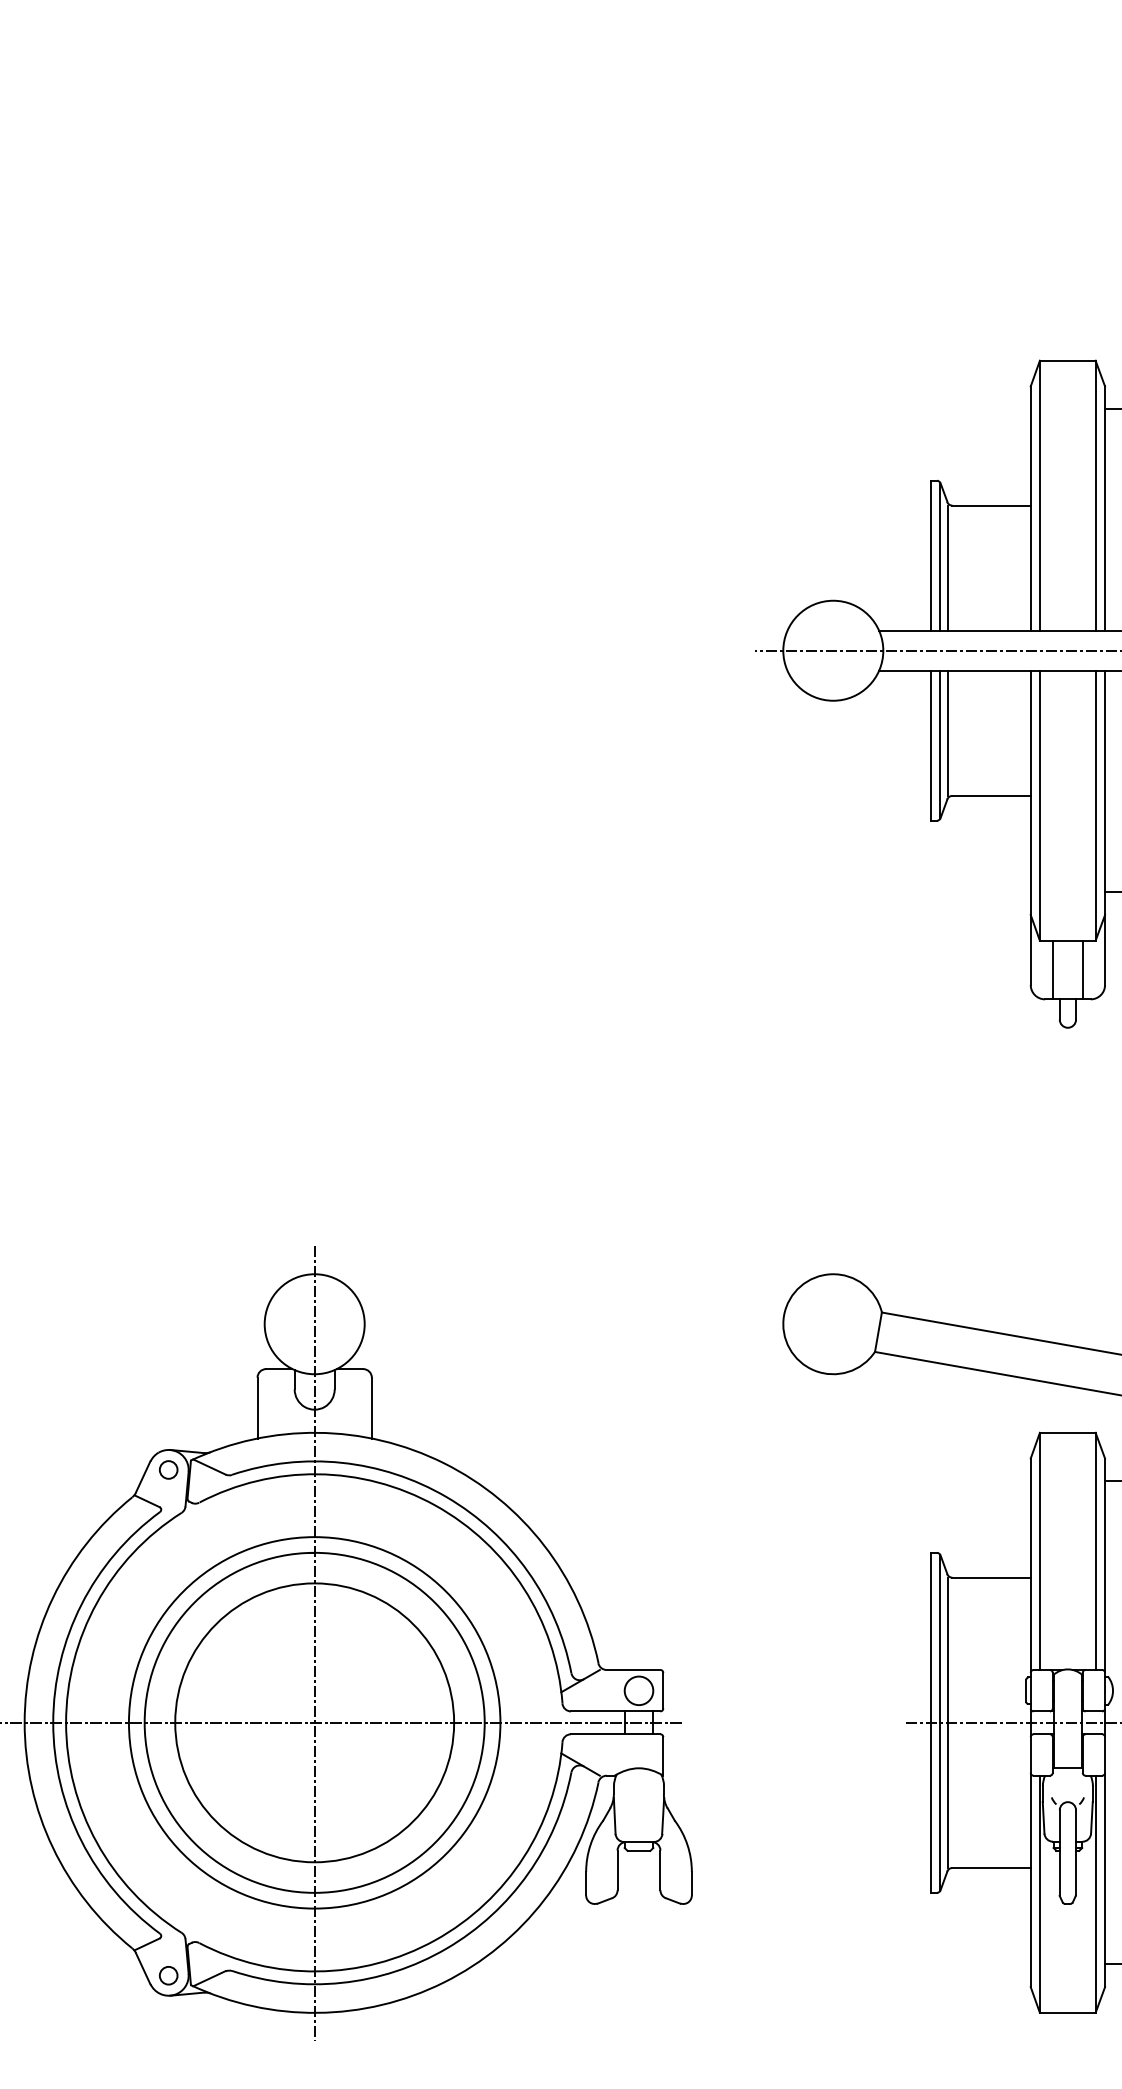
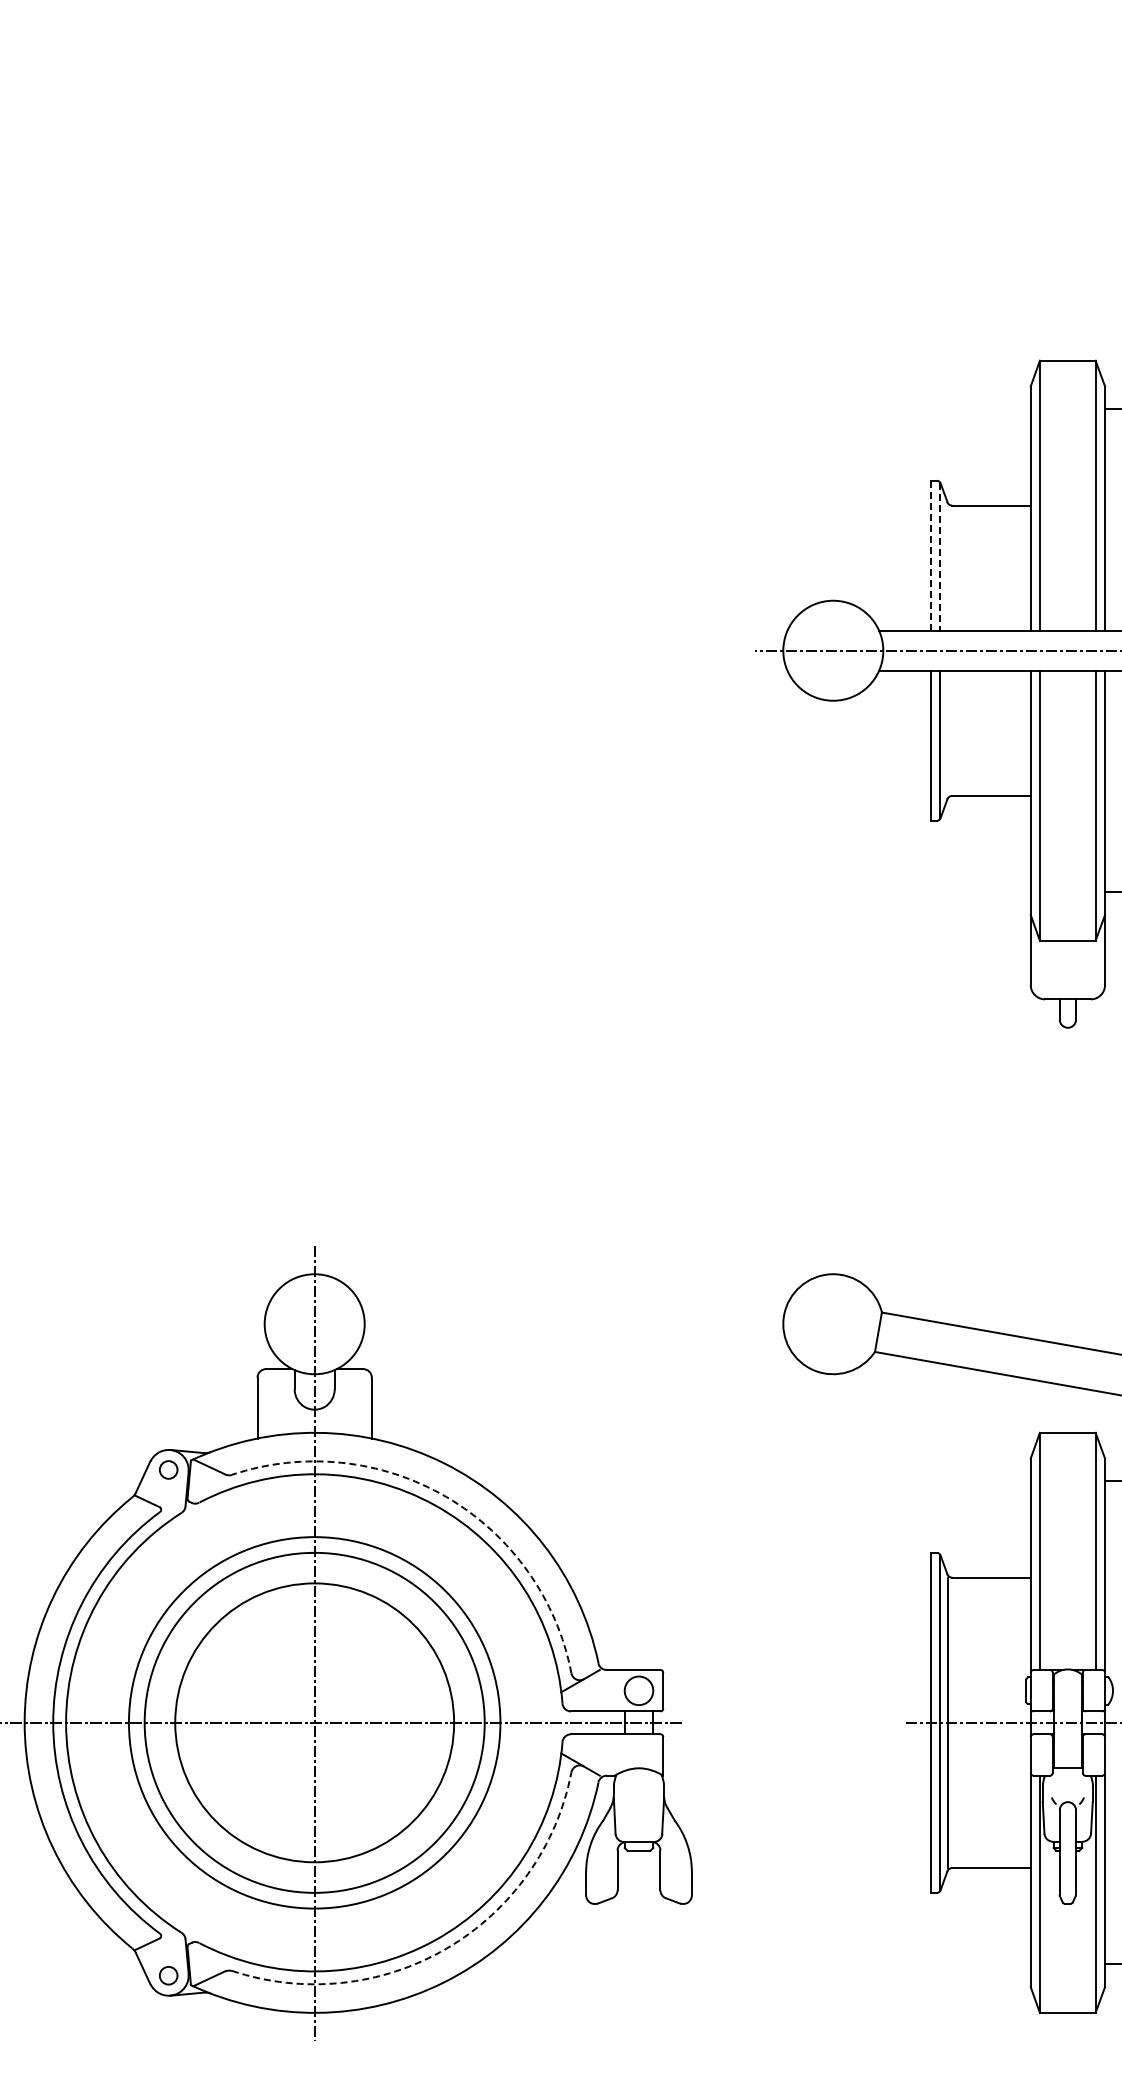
line at (931, 555): solid -> dashed
line at (939, 556): solid -> dashed
line at (948, 567): present -> none
line at (948, 732): present -> none
line at (1052, 969): present -> none
line at (1082, 969): present -> none
arc at (446, 1497): solid -> dashed
arc at (446, 1948): solid -> dashed
